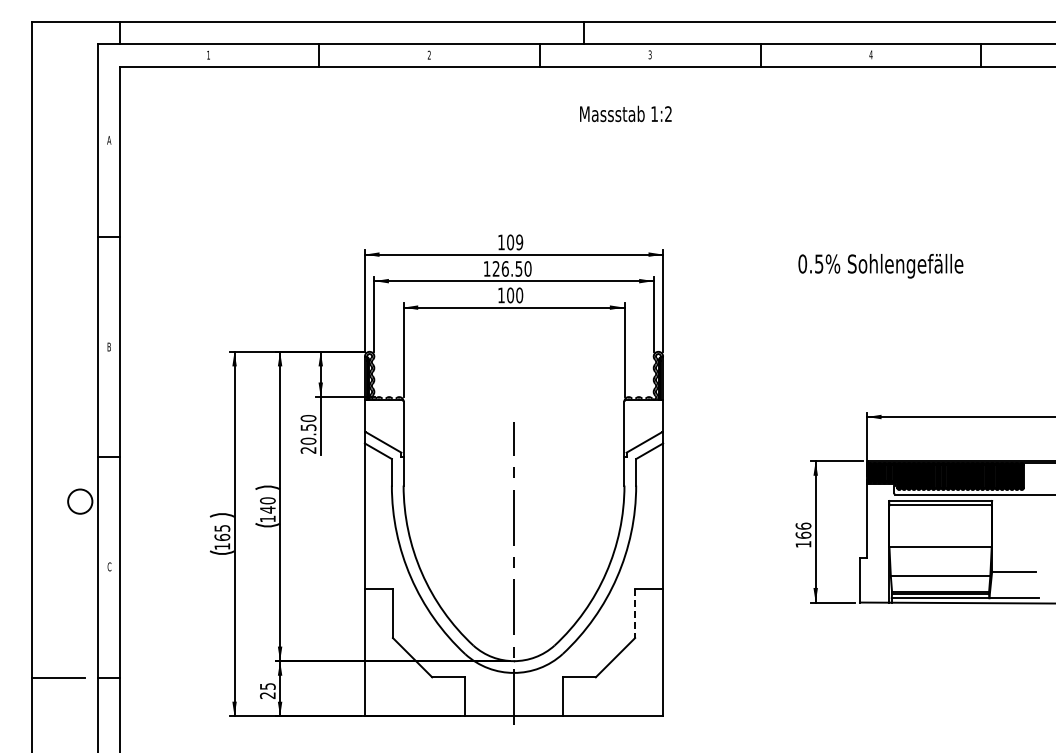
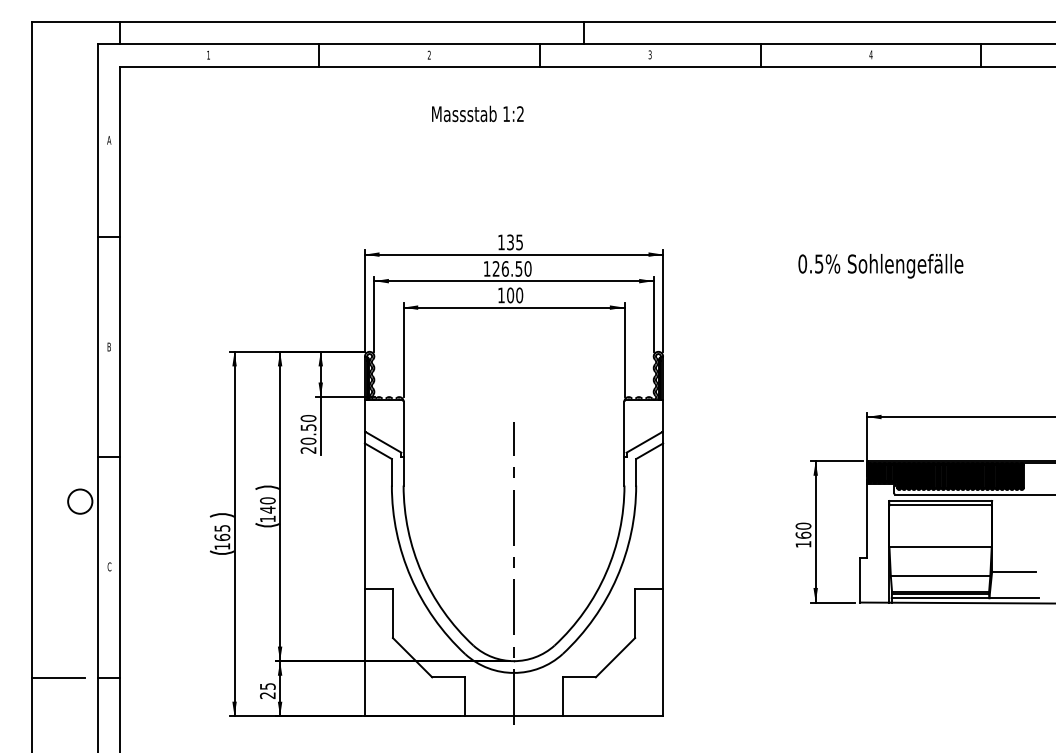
text at (625, 113) position: (625, 113) -> (477, 113)
text at (515, 242): 109 -> 135
text at (802, 525): 166 -> 160
line at (635, 613): dashed -> solid
